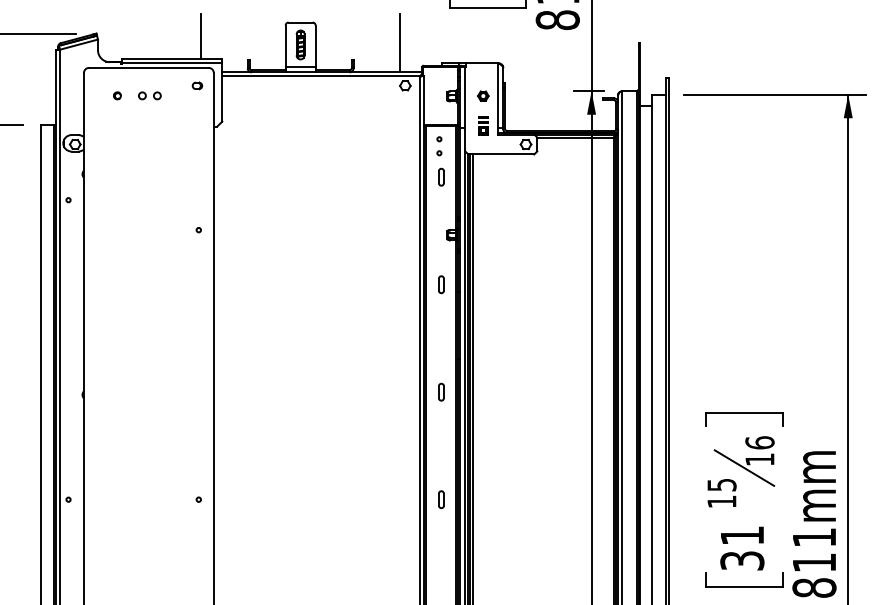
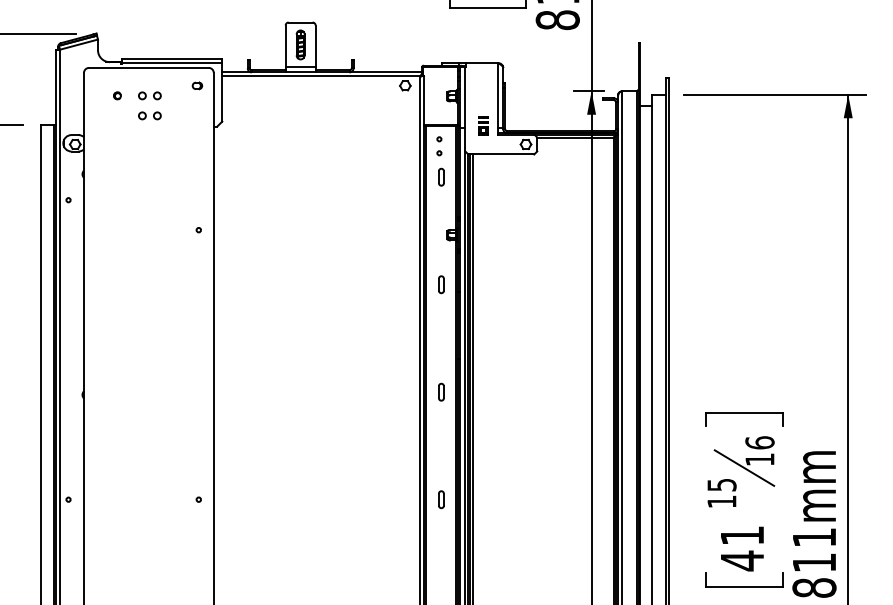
line at (200, 36): present -> none
line at (400, 42): present -> none
part at (483, 95): present -> none
part at (149, 115): none -> present
text at (742, 560): 31 -> 41
